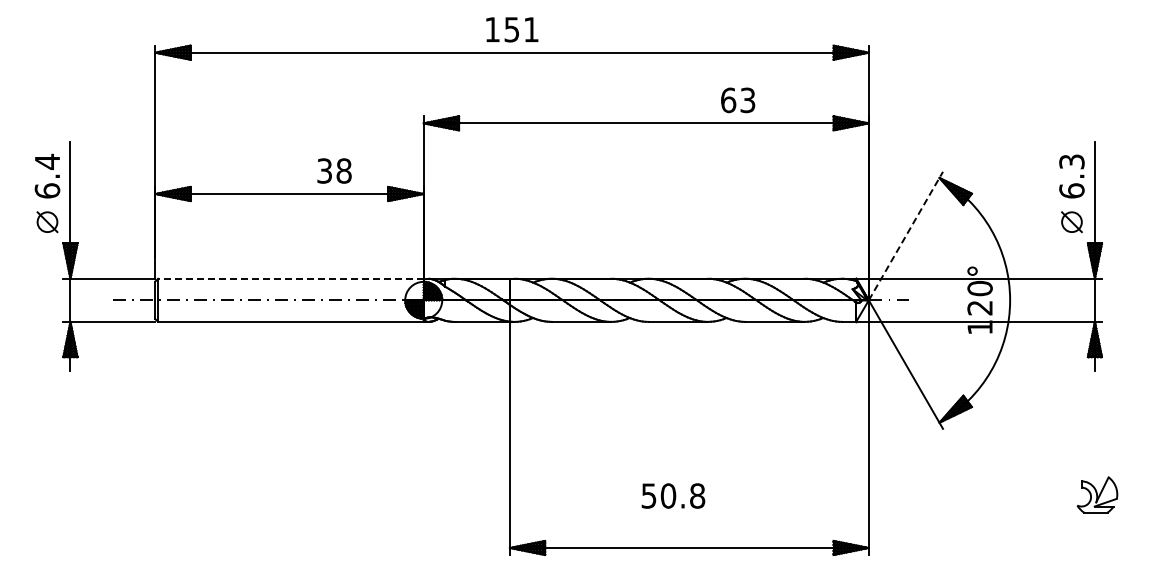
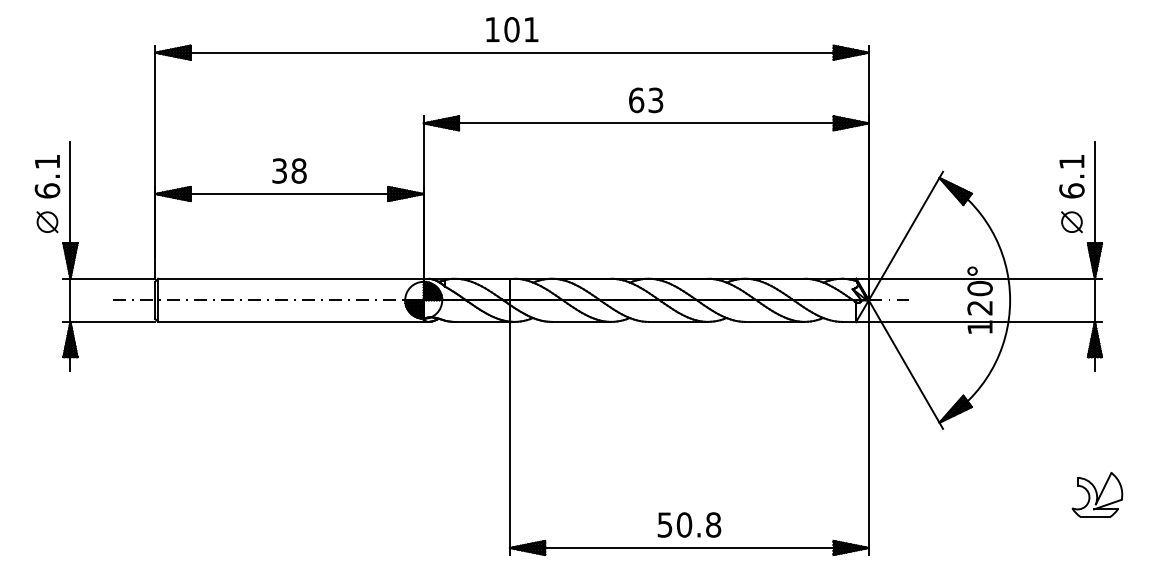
text at (511, 29): 151 -> 101
text at (738, 100) position: (738, 100) -> (646, 100)
text at (47, 161): 6.4 -> 6.1
text at (1071, 161): 6.3 -> 6.1
text at (334, 170) position: (334, 170) -> (289, 170)
line at (906, 235): dashed -> solid
line at (290, 278): dashed -> solid
part at (1097, 494) size: 43x38 px -> 53x46 px
text at (673, 495) position: (673, 495) -> (689, 524)
